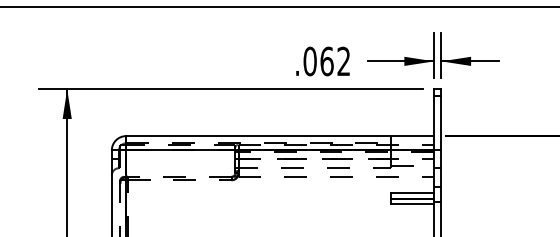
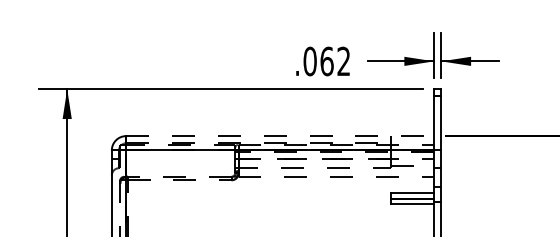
line at (279, 7): present -> none
line at (280, 136): solid -> dashed
